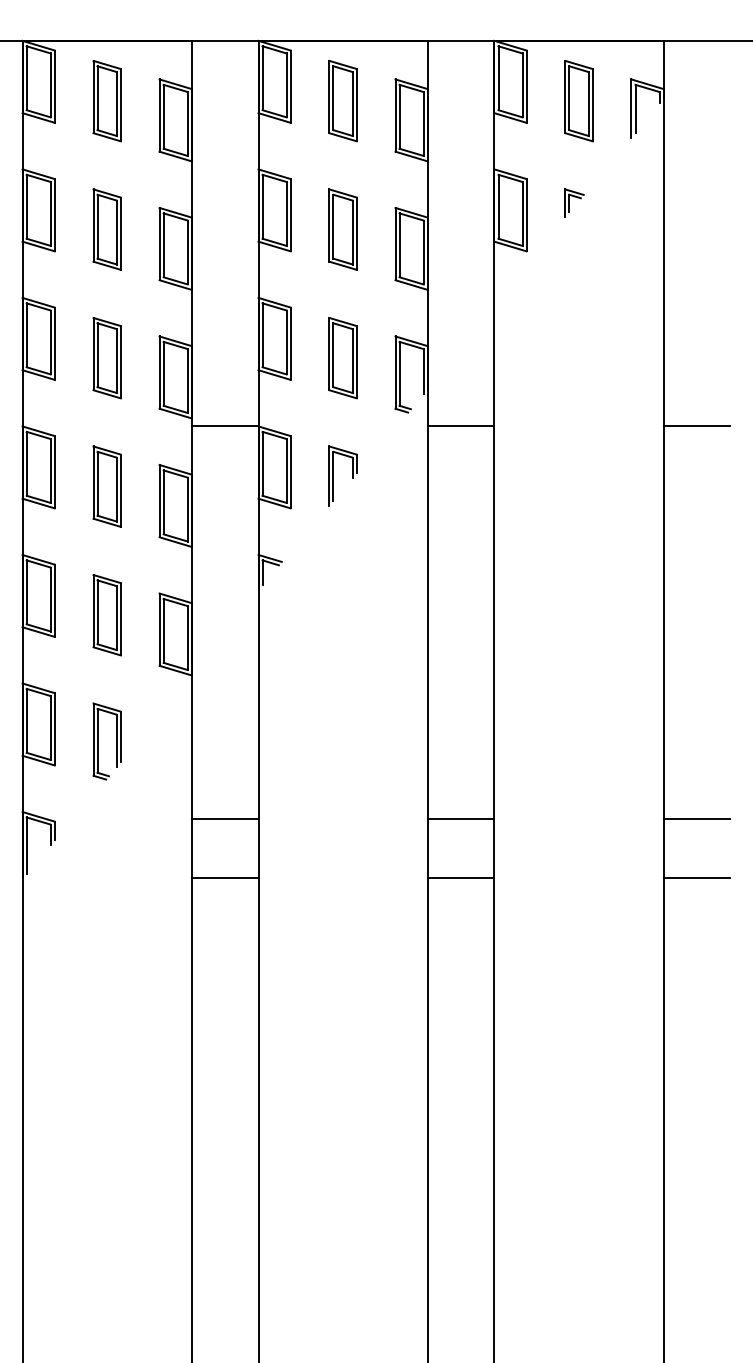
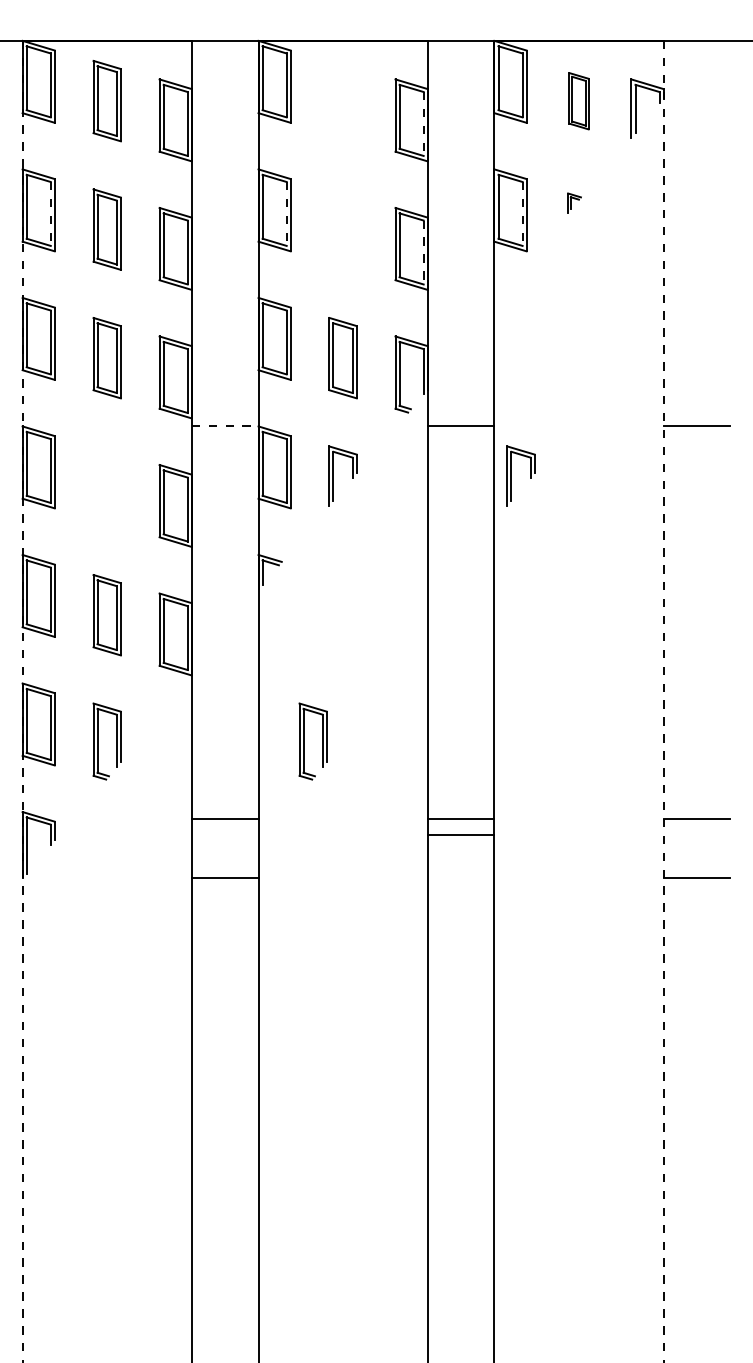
part at (342, 101): present -> none
part at (578, 101) size: 30x83 px -> 22x59 px
line at (423, 124): solid -> dashed
part at (574, 202) size: 21x30 px -> 15x22 px
line at (50, 213): solid -> dashed
line at (286, 213): solid -> dashed
line at (522, 213): solid -> dashed
part at (342, 229): present -> none
line at (423, 252): solid -> dashed
line at (225, 425): solid -> dashed
part at (511, 475): none -> present
part at (106, 486): present -> none
line at (22, 701): solid -> dashed
line at (663, 701): solid -> dashed
part at (304, 741): none -> present
line at (460, 877) position: (460, 877) -> (460, 834)
